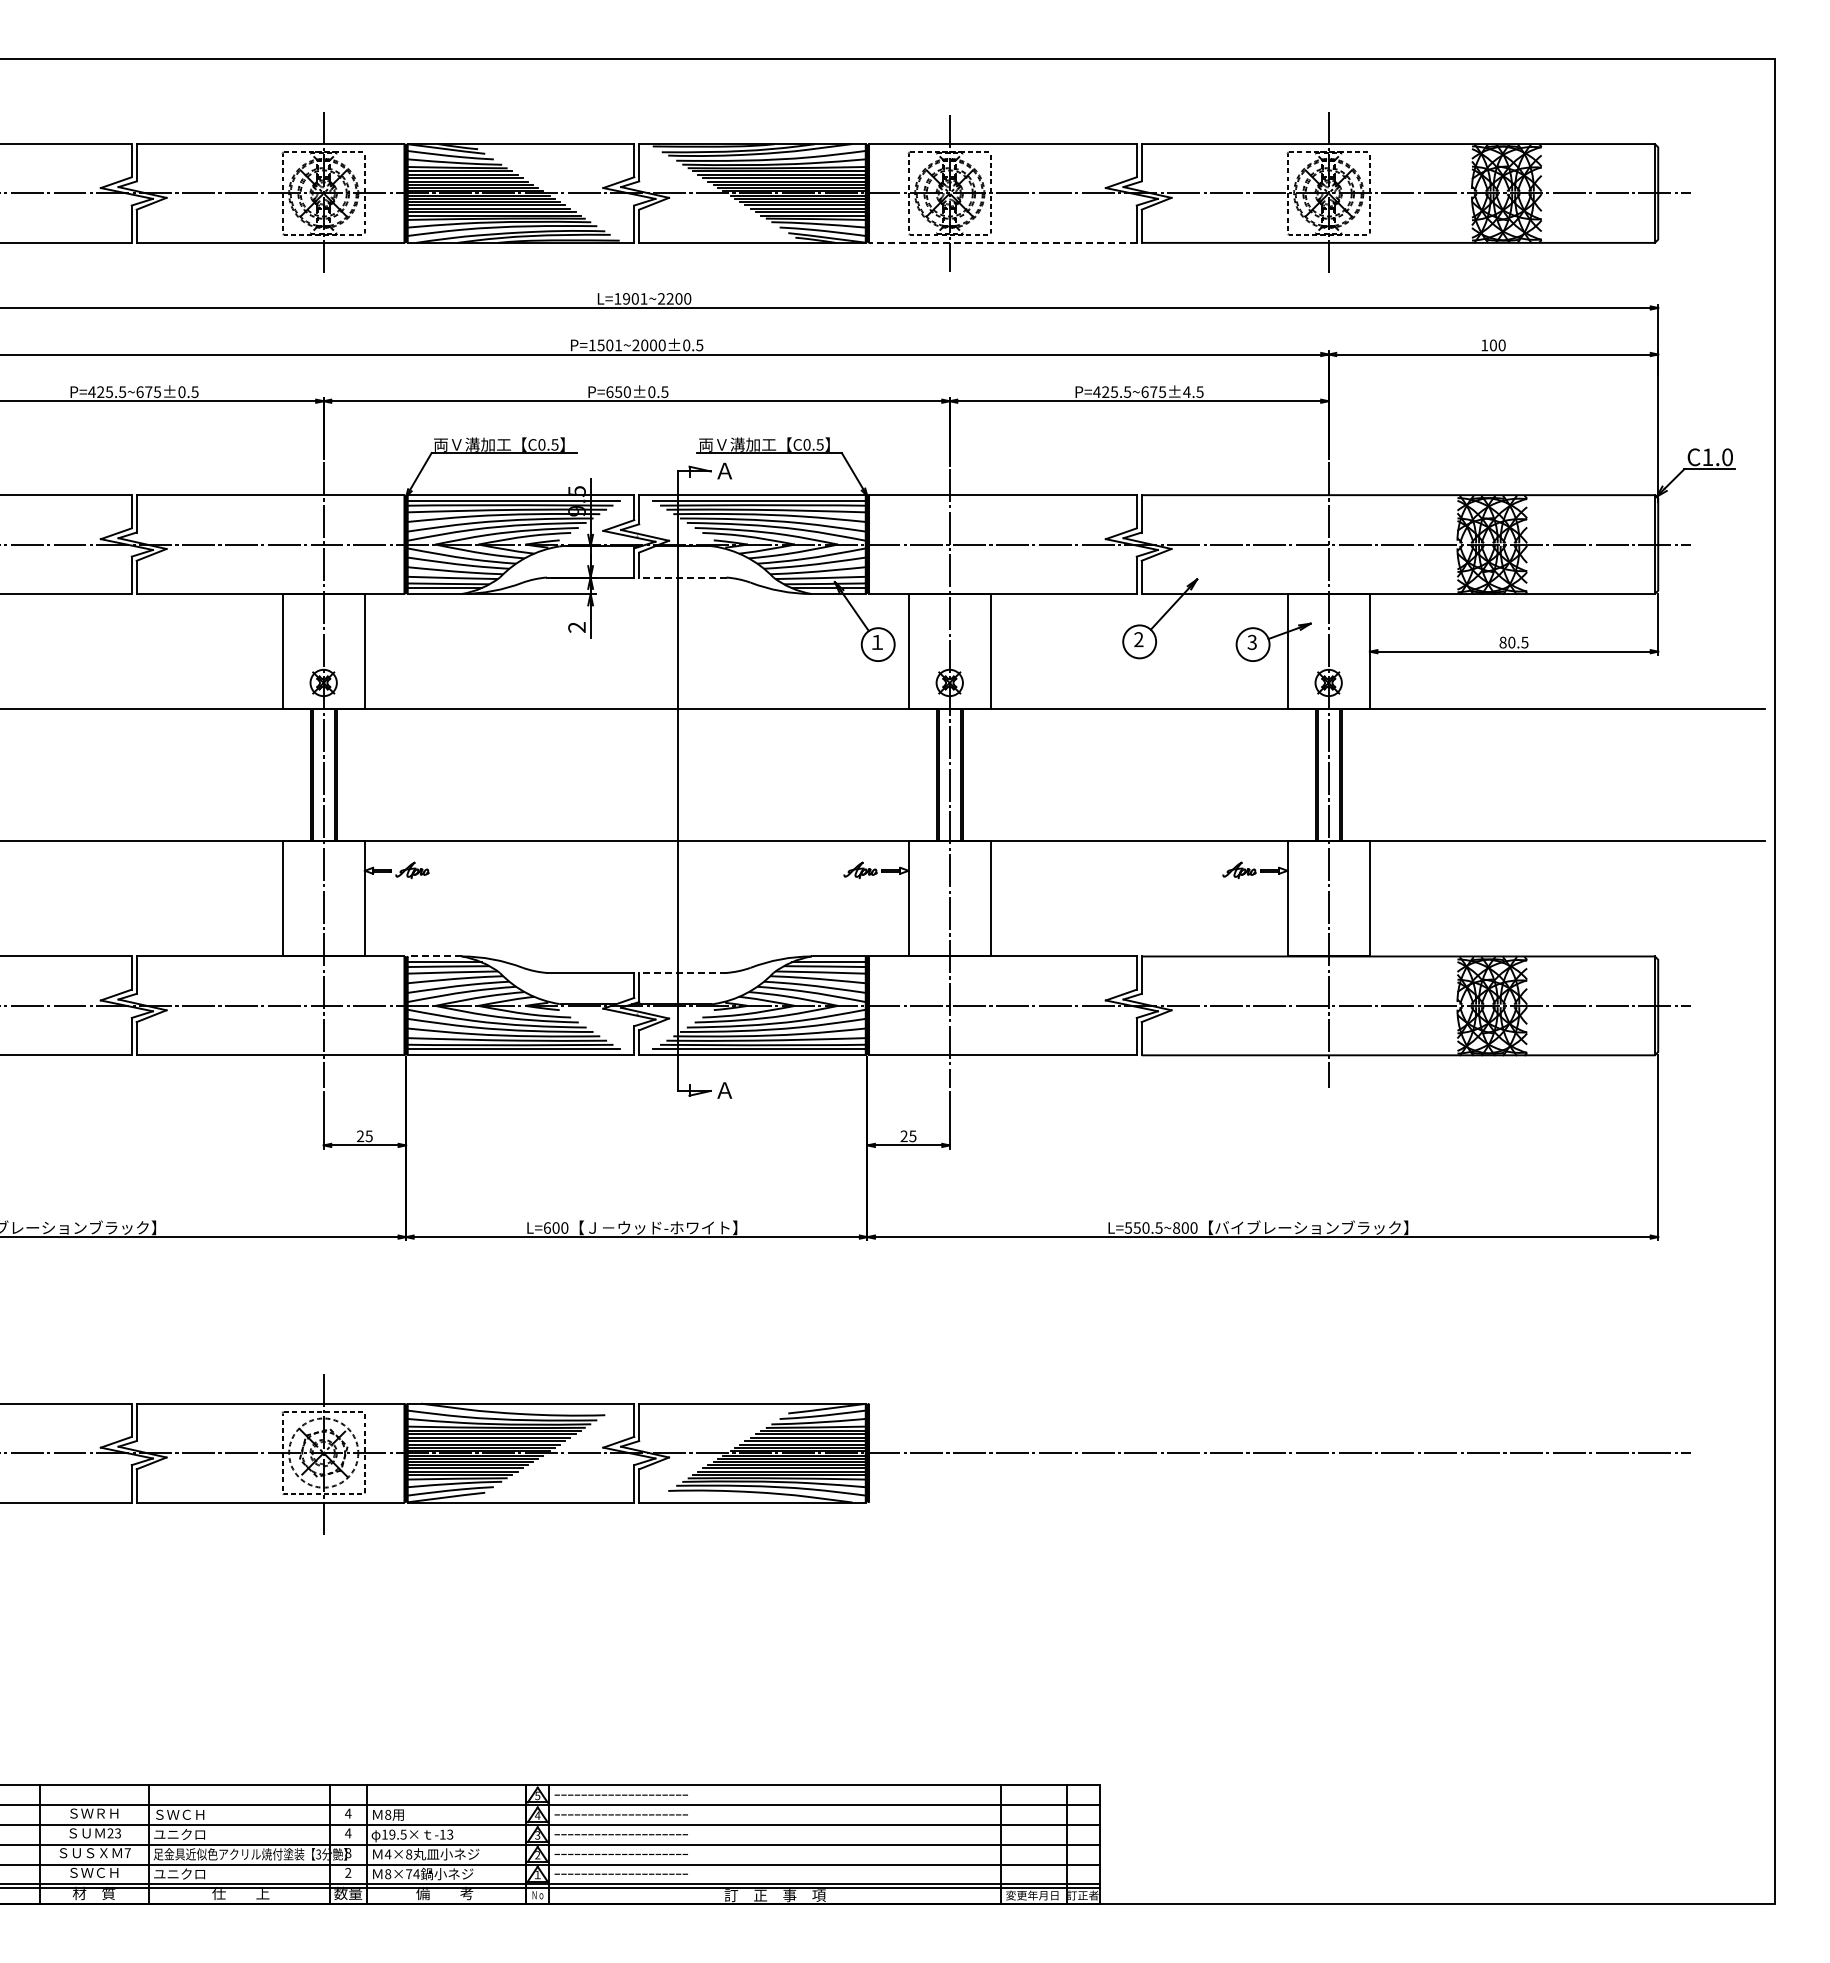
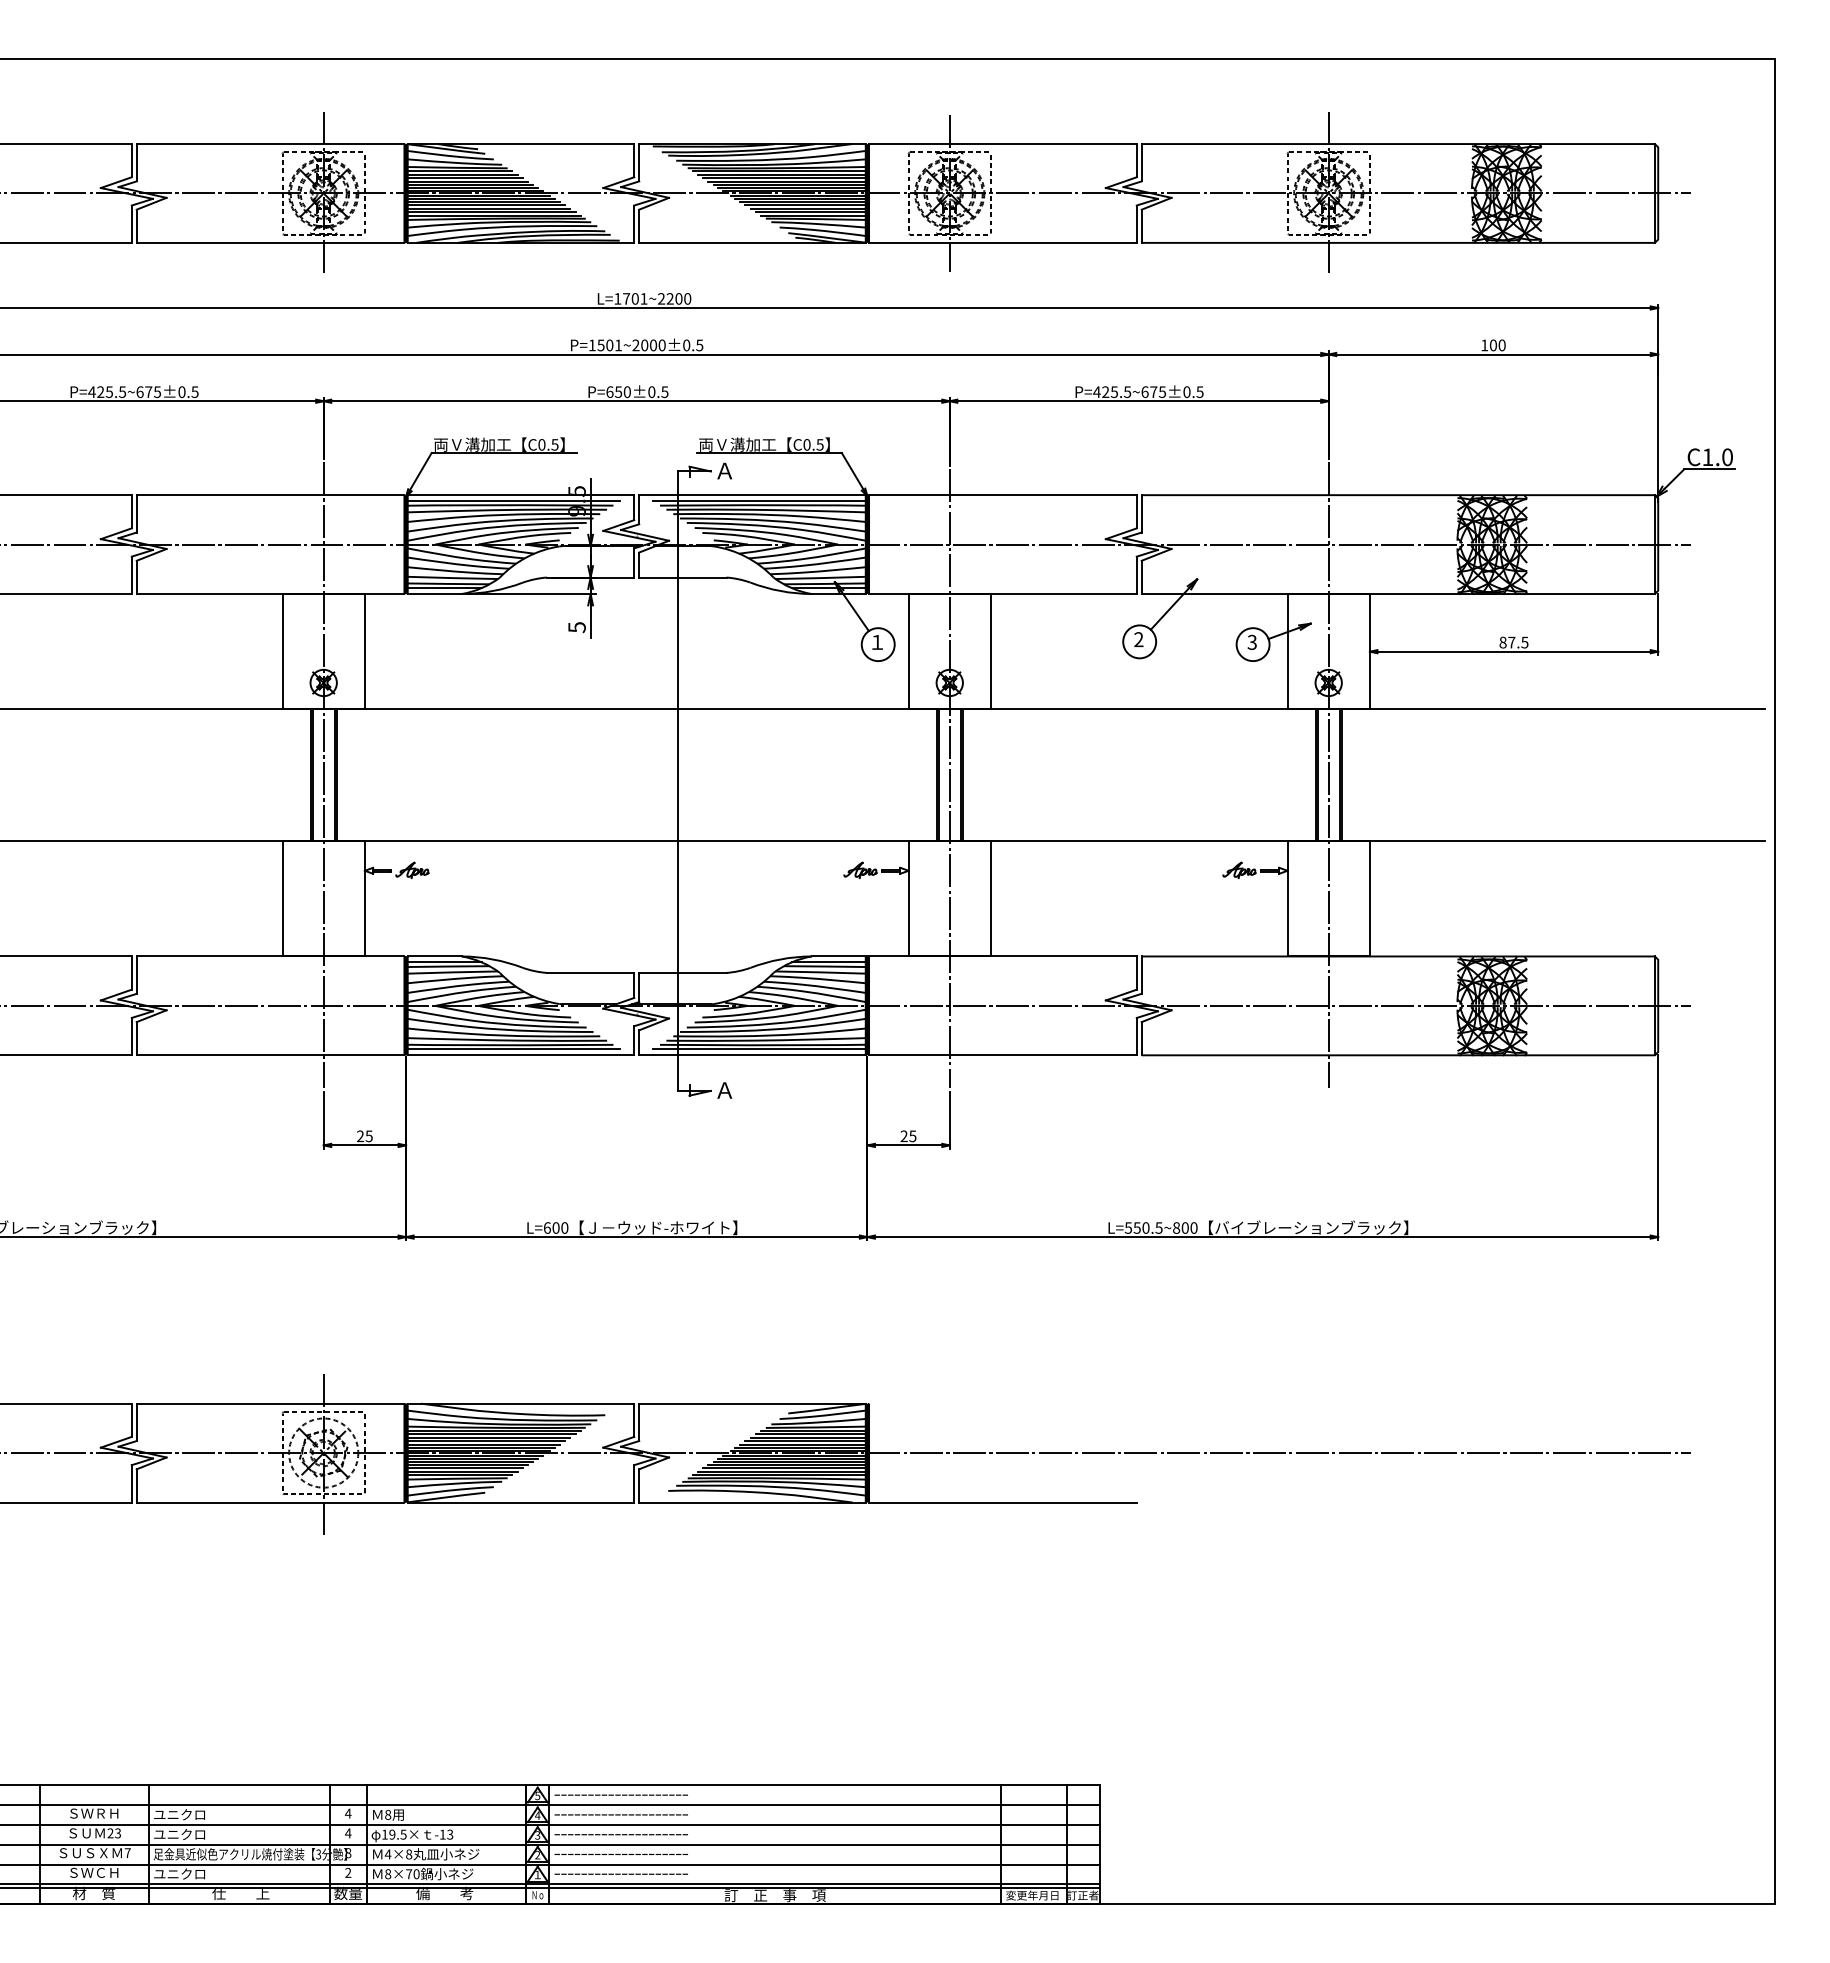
line at (1002, 242): dashed -> solid
text at (626, 298): L=1901~2200 -> L=1701~2200
text at (1186, 391): P=425.5~675±4.5 -> P=425.5~675±0.5
line at (682, 577): dashed -> solid
text at (576, 627): 2 -> 5
text at (1511, 642): 80.5 -> 87.5
line at (434, 956): dashed -> solid
line at (682, 972): dashed -> solid
line at (1002, 1502): none -> present
text at (179, 1814): ＳＷＣＨ -> ユニクロ
text at (416, 1874): 8×74 -> 8×70
